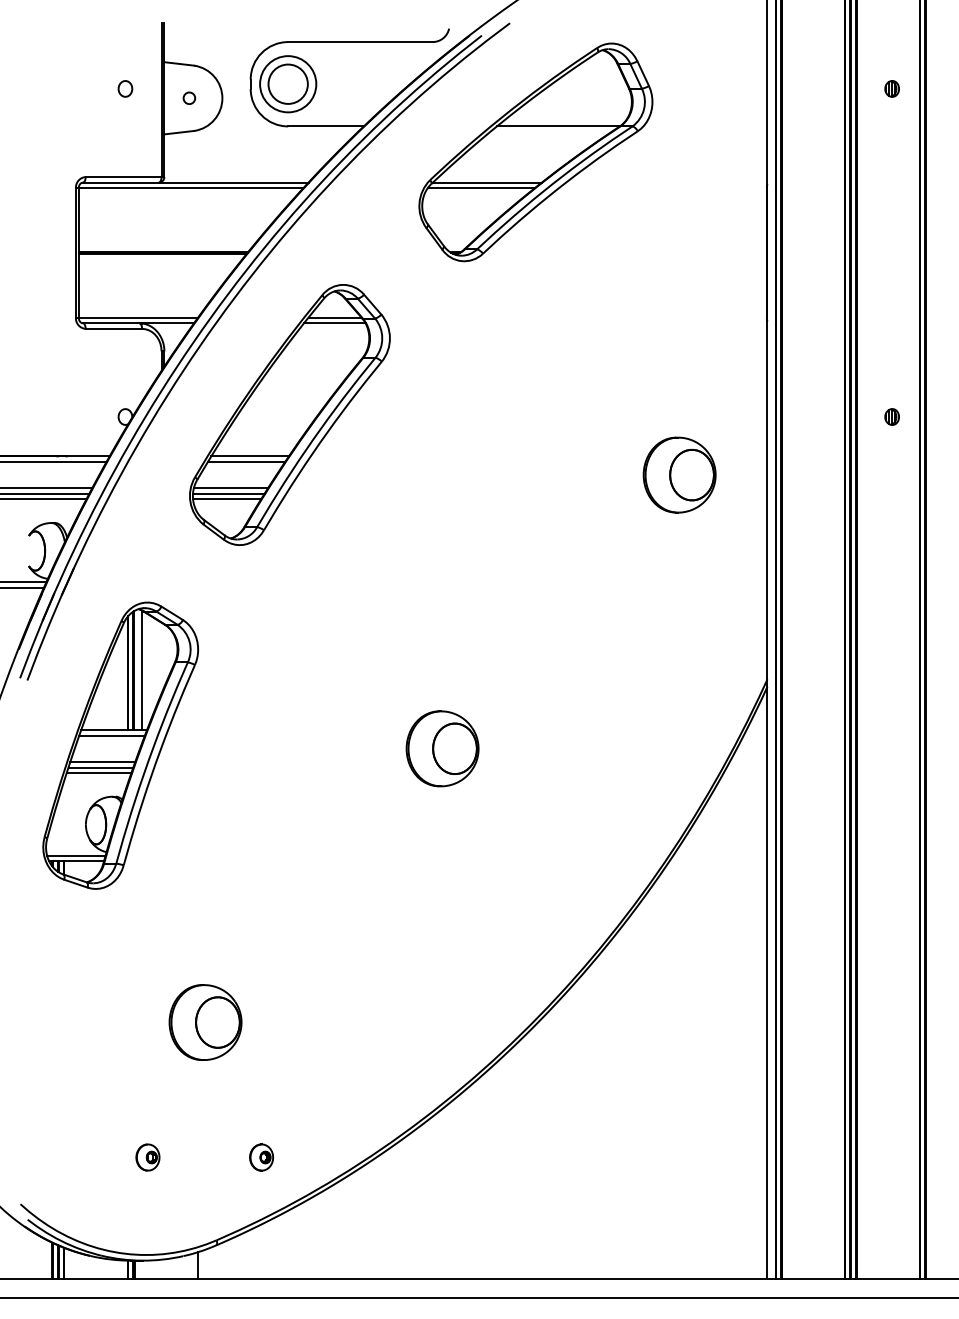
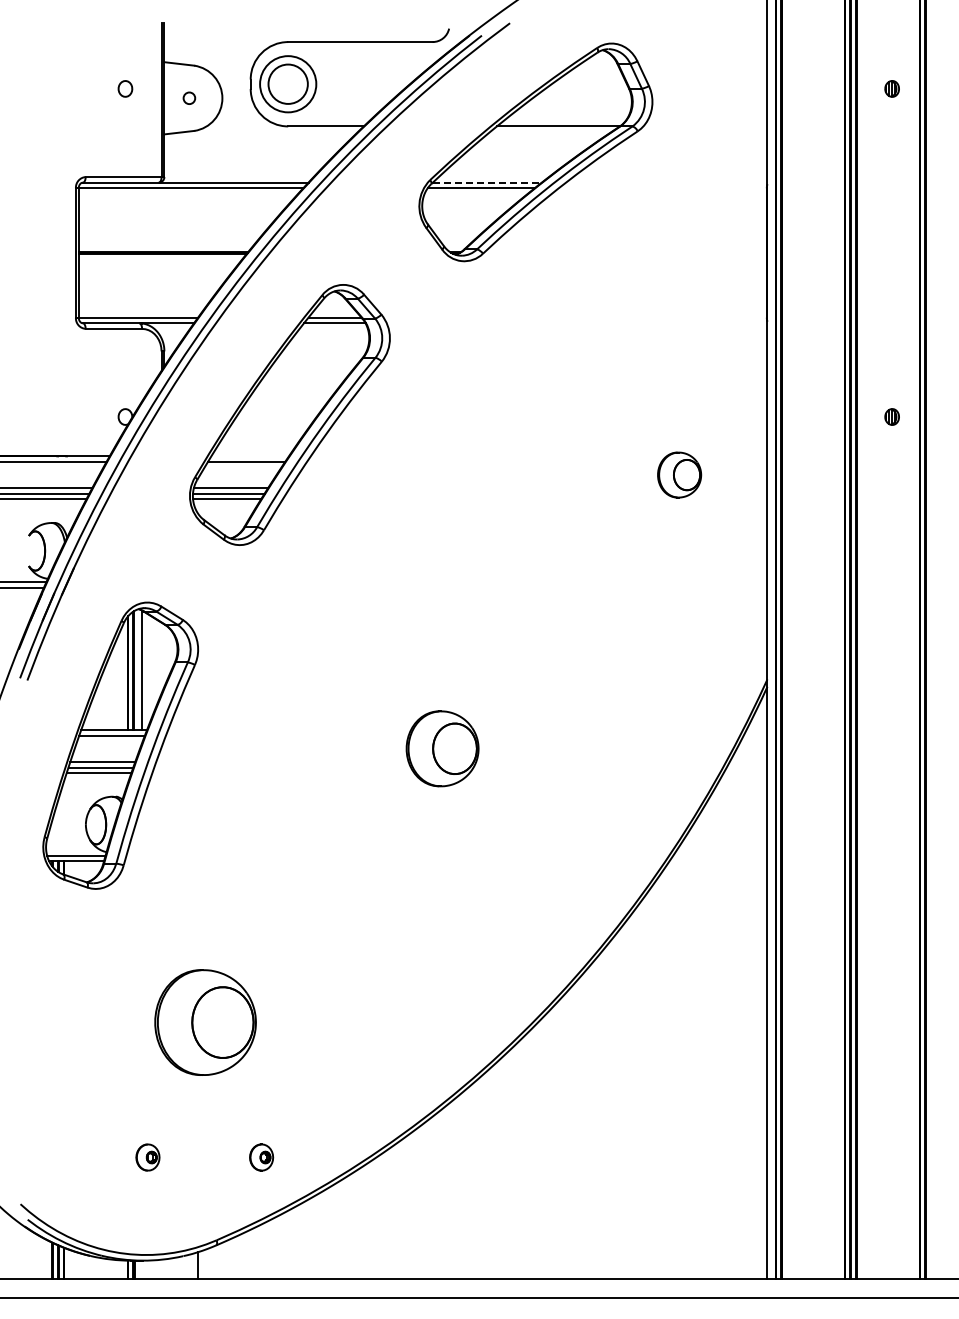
line at (487, 182): solid -> dashed
line at (249, 456): present -> none
part at (679, 474) size: 75x78 px -> 46x48 px
part at (205, 1022) size: 75x77 px -> 103x107 px
